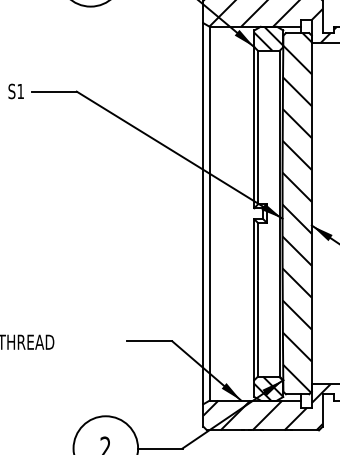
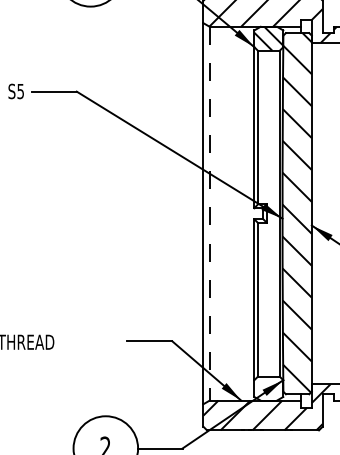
text at (20, 91): S1 -> S5
line at (209, 213): solid -> dashed
hatch at (268, 388): present -> none
